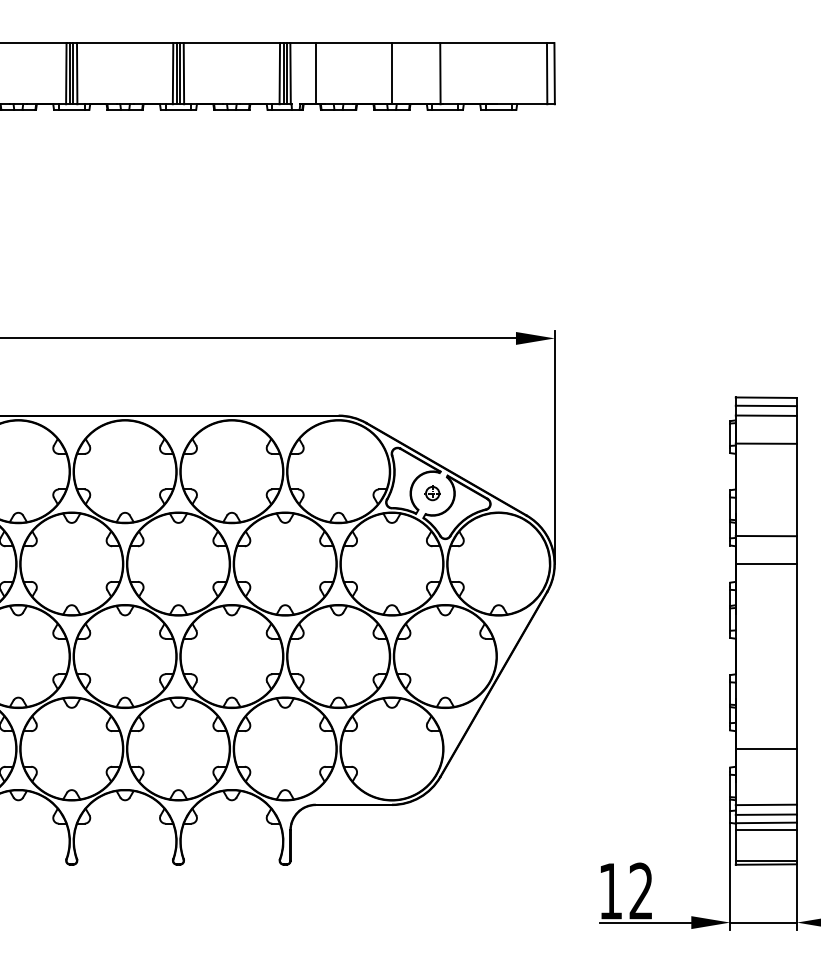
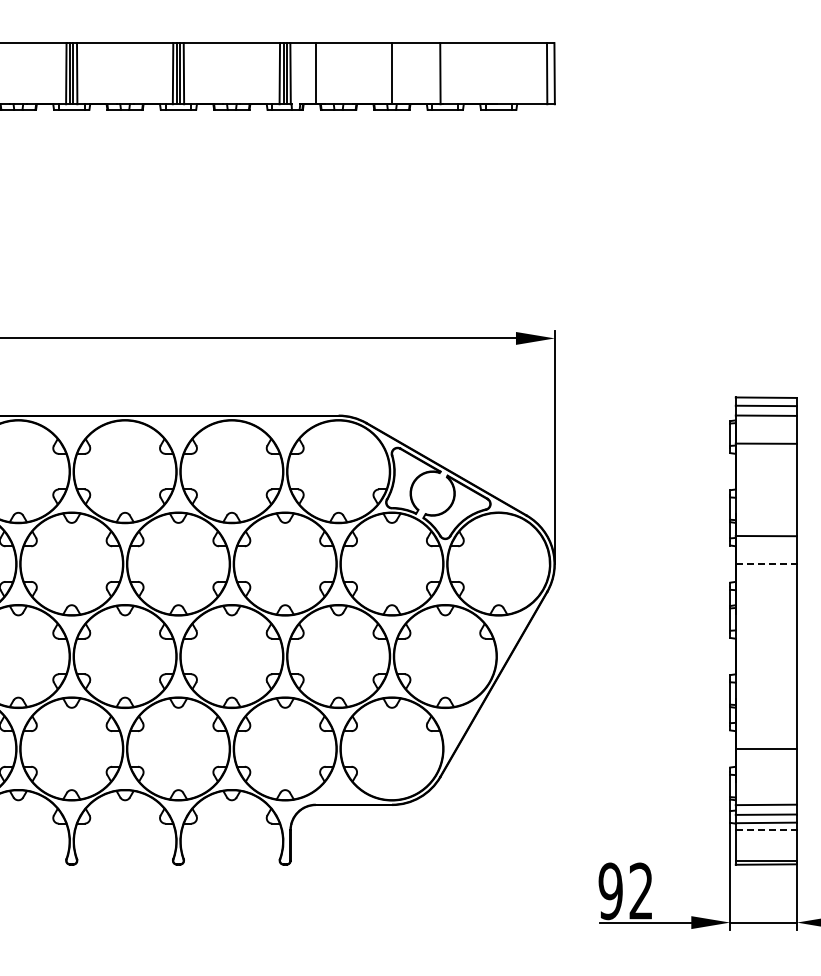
part at (432, 493): present -> none
line at (766, 564): solid -> dashed
line at (766, 830): solid -> dashed
text at (610, 891): 12 -> 92
